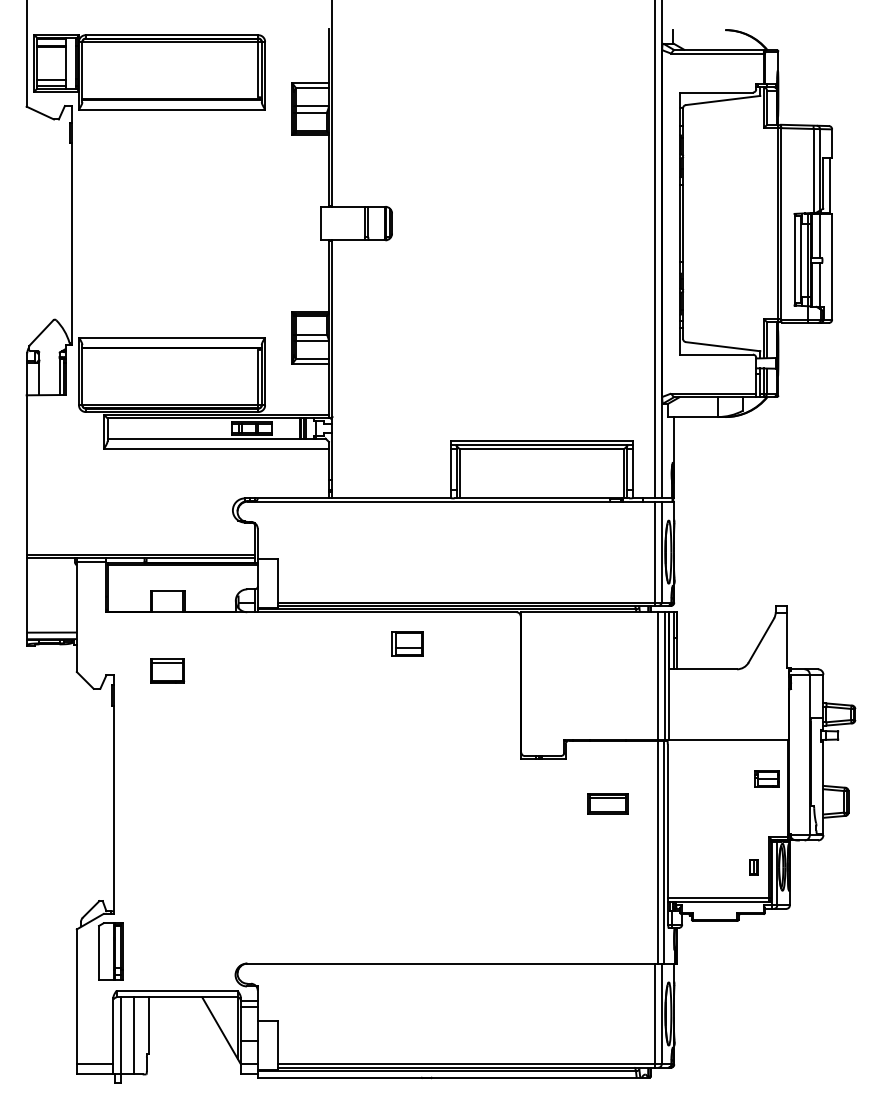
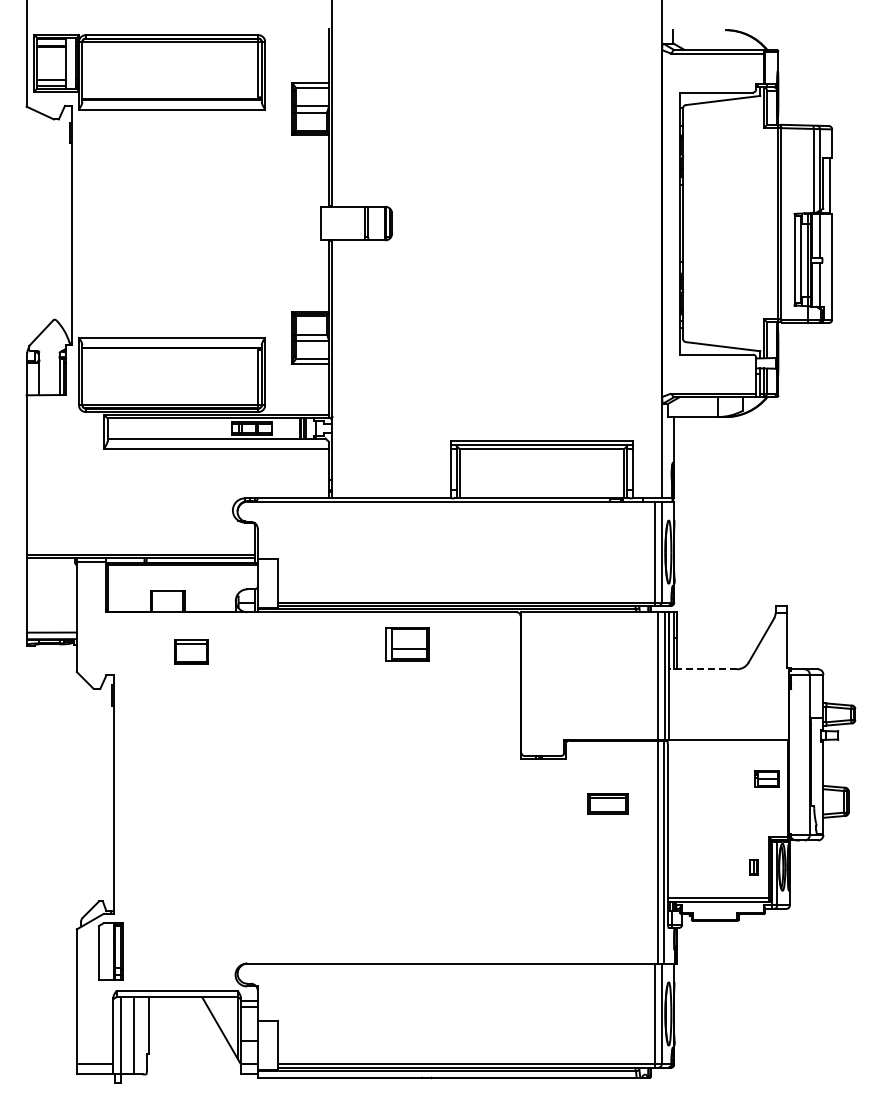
line at (655, 250): present -> none
part at (407, 643) size: 33x26 px -> 45x35 px
line at (702, 669): solid -> dashed
part at (167, 670) position: (167, 670) -> (191, 651)
